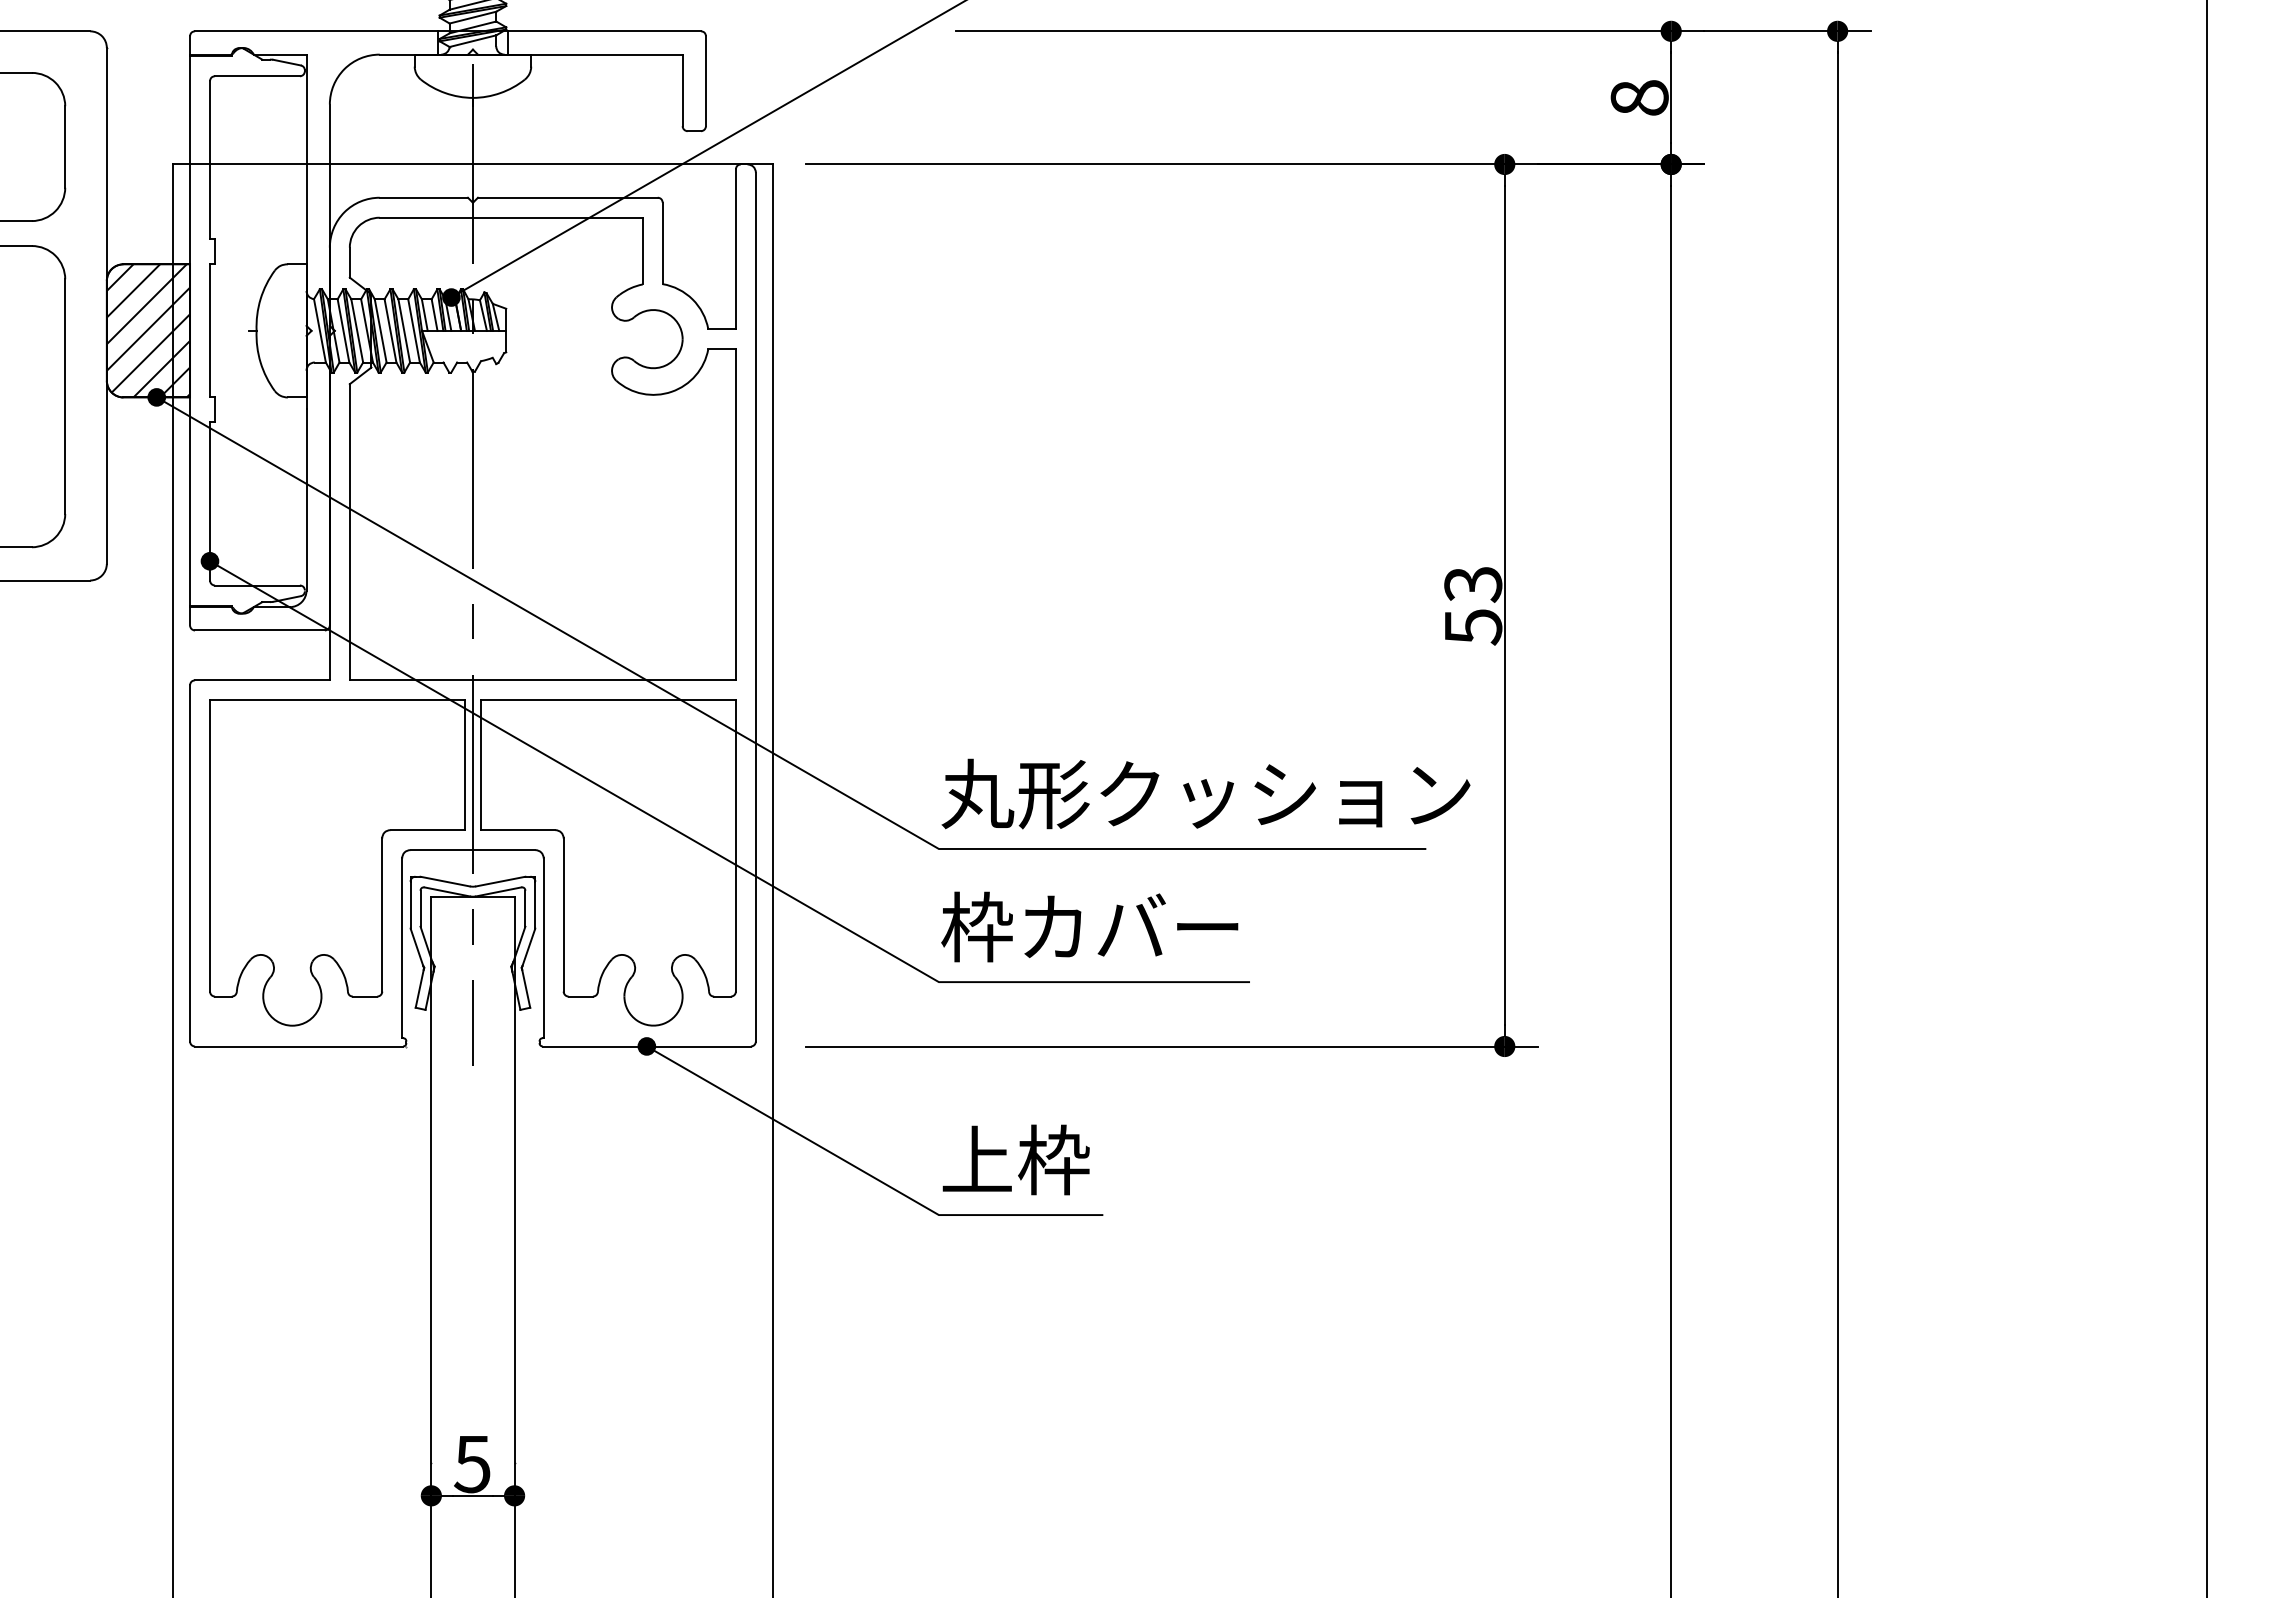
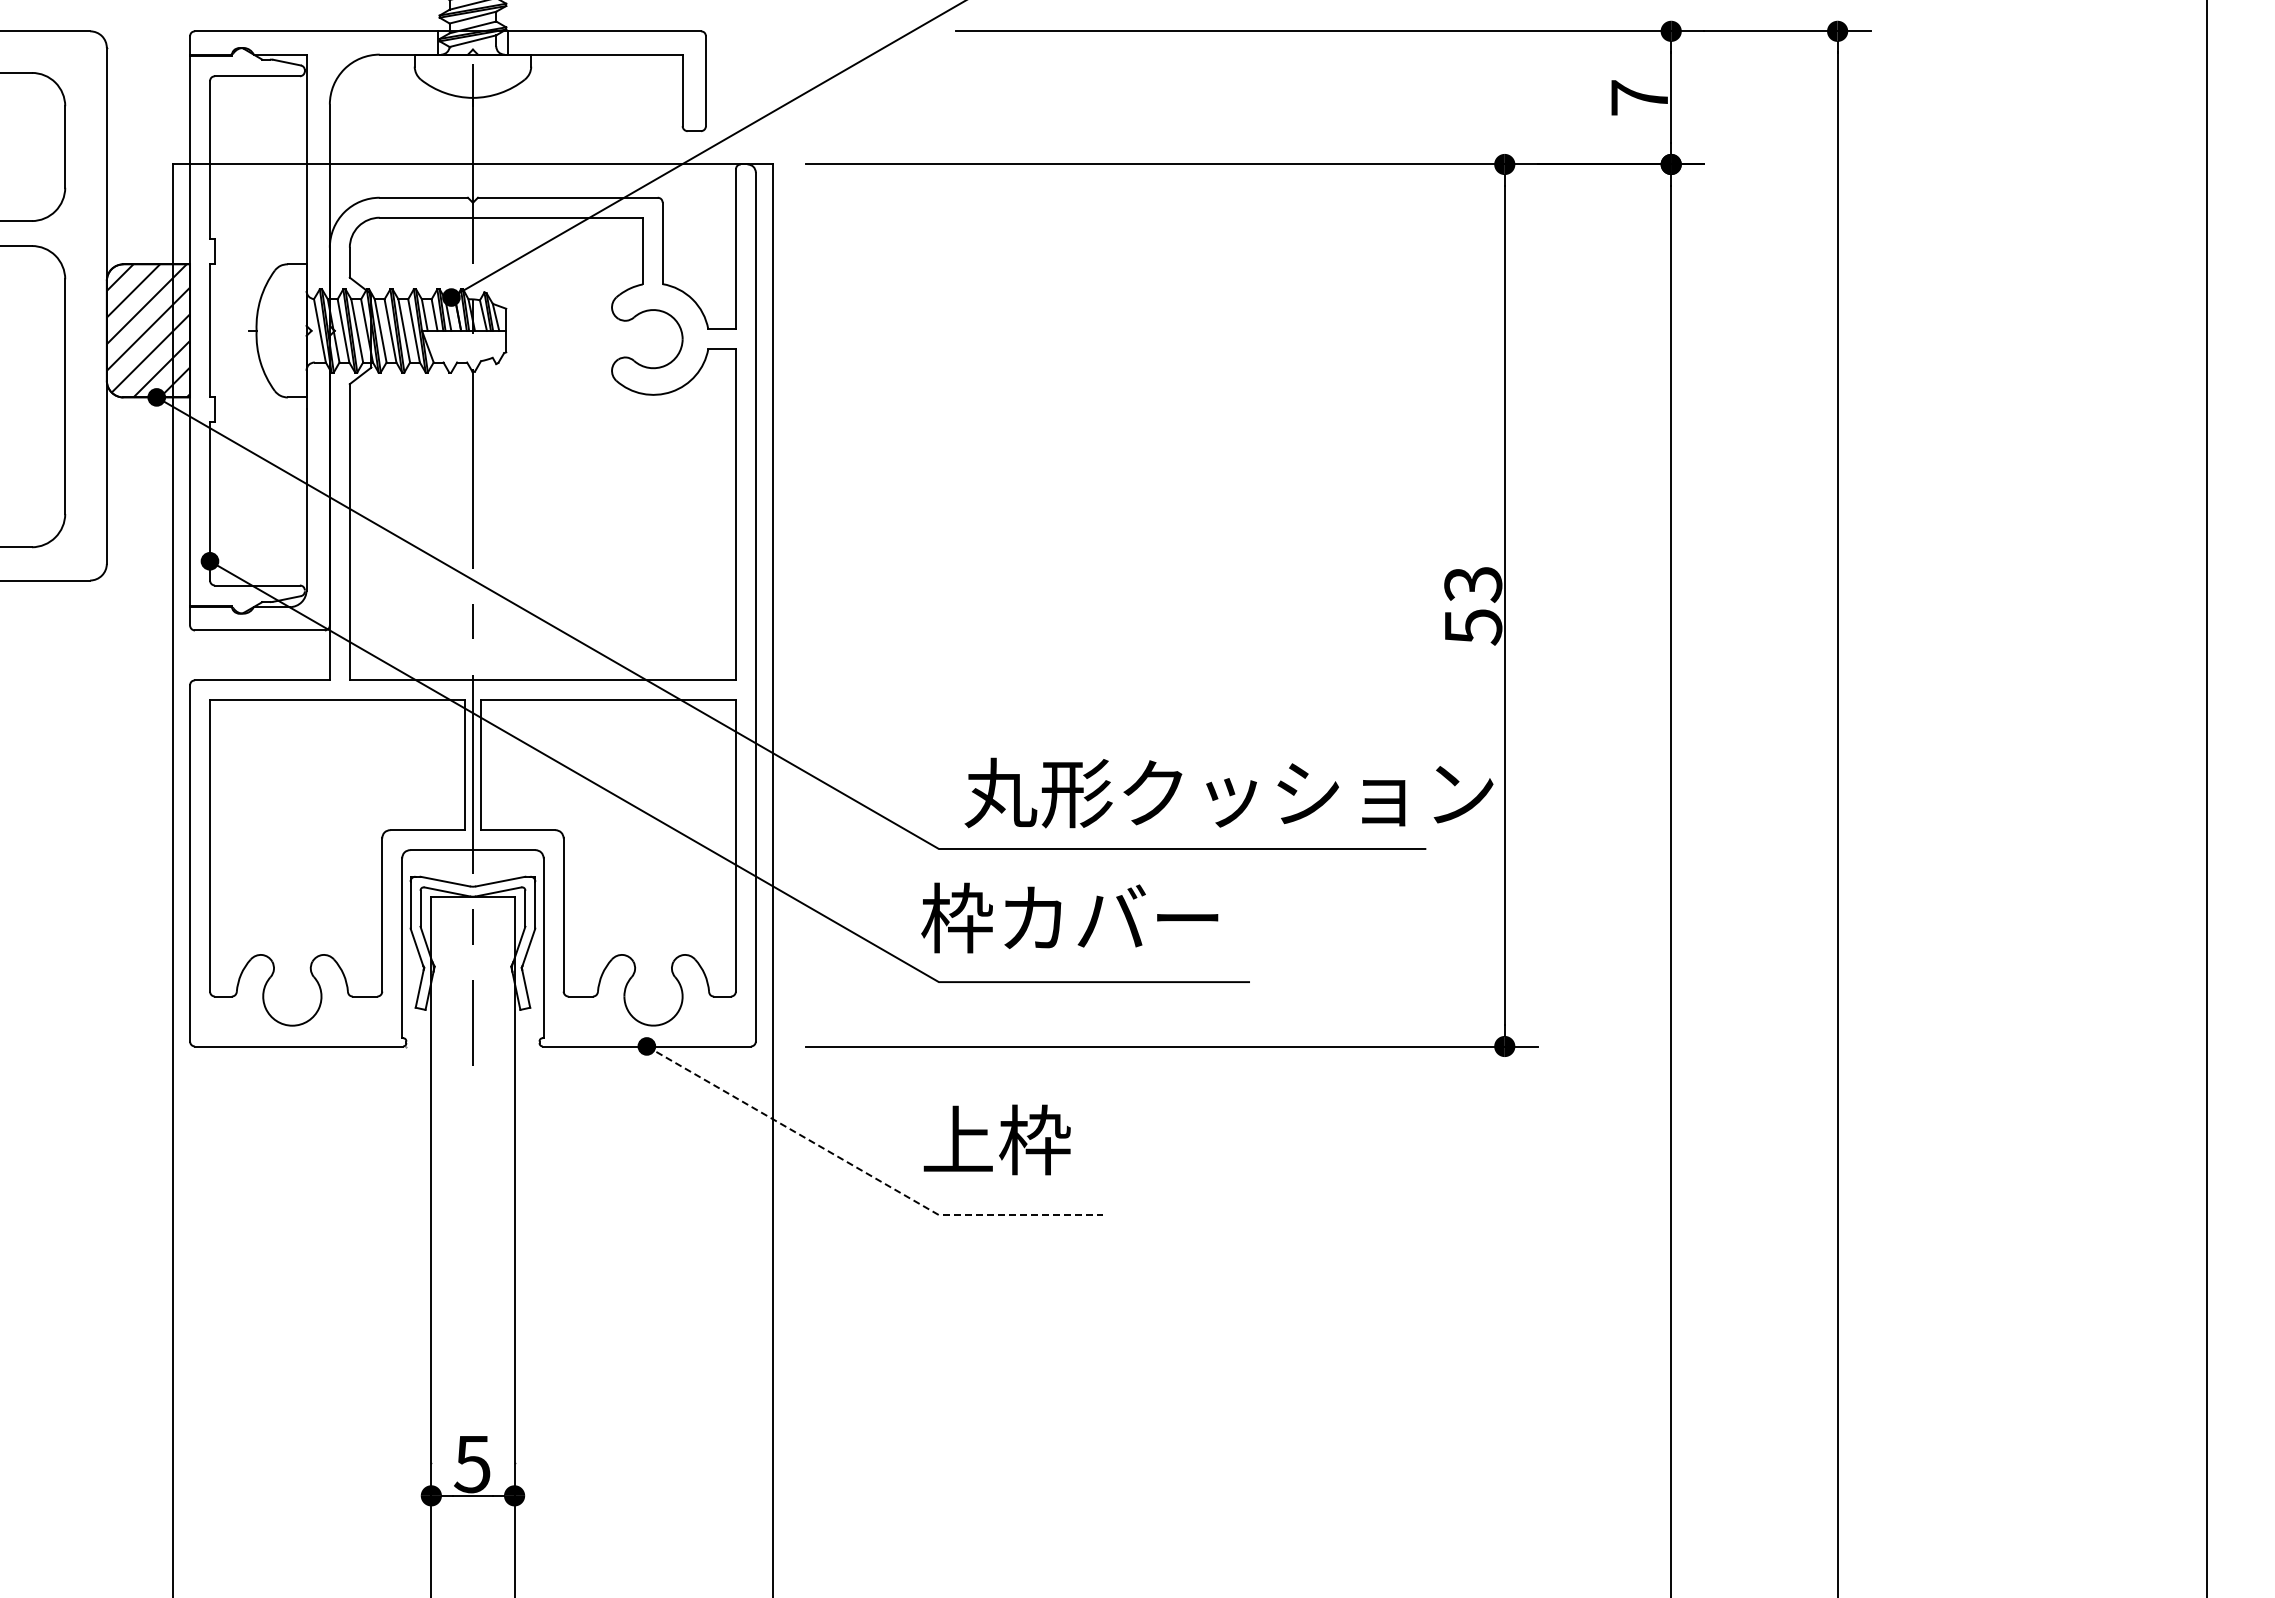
text at (1639, 97): 8 -> 7
text at (1205, 793) position: (1205, 793) -> (1228, 792)
text at (1089, 926) position: (1089, 926) -> (1069, 917)
text at (1015, 1159) position: (1015, 1159) -> (996, 1139)
line at (864, 1172): solid -> dashed
